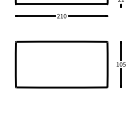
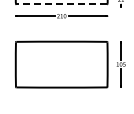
line at (61, 4): solid -> dashed
